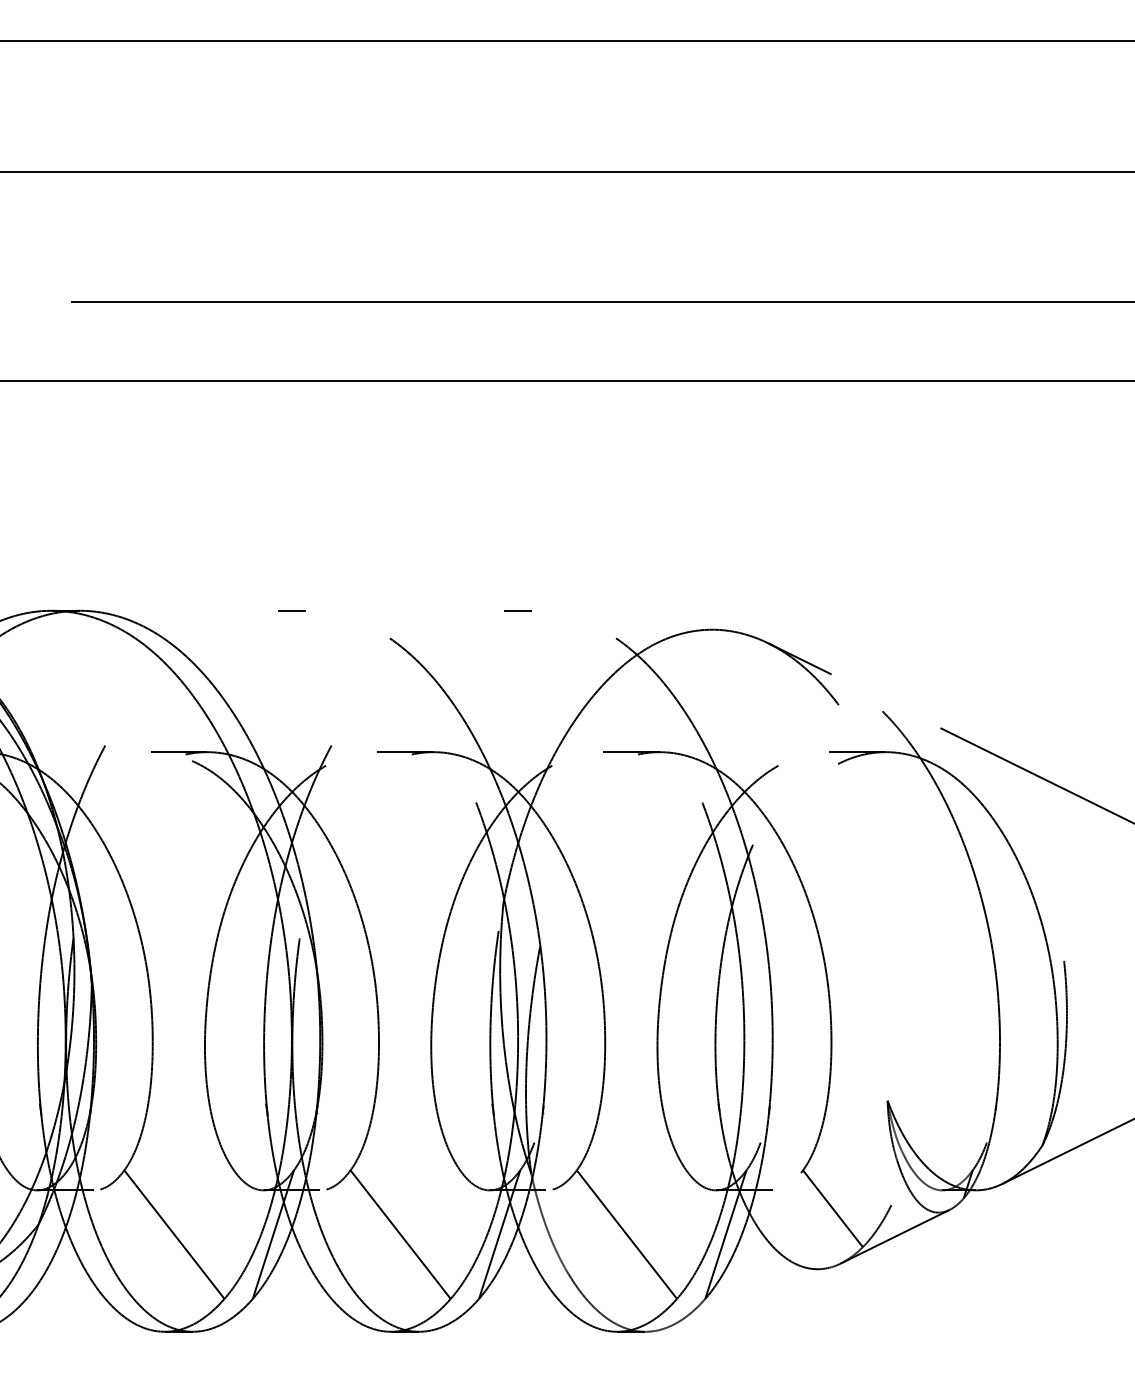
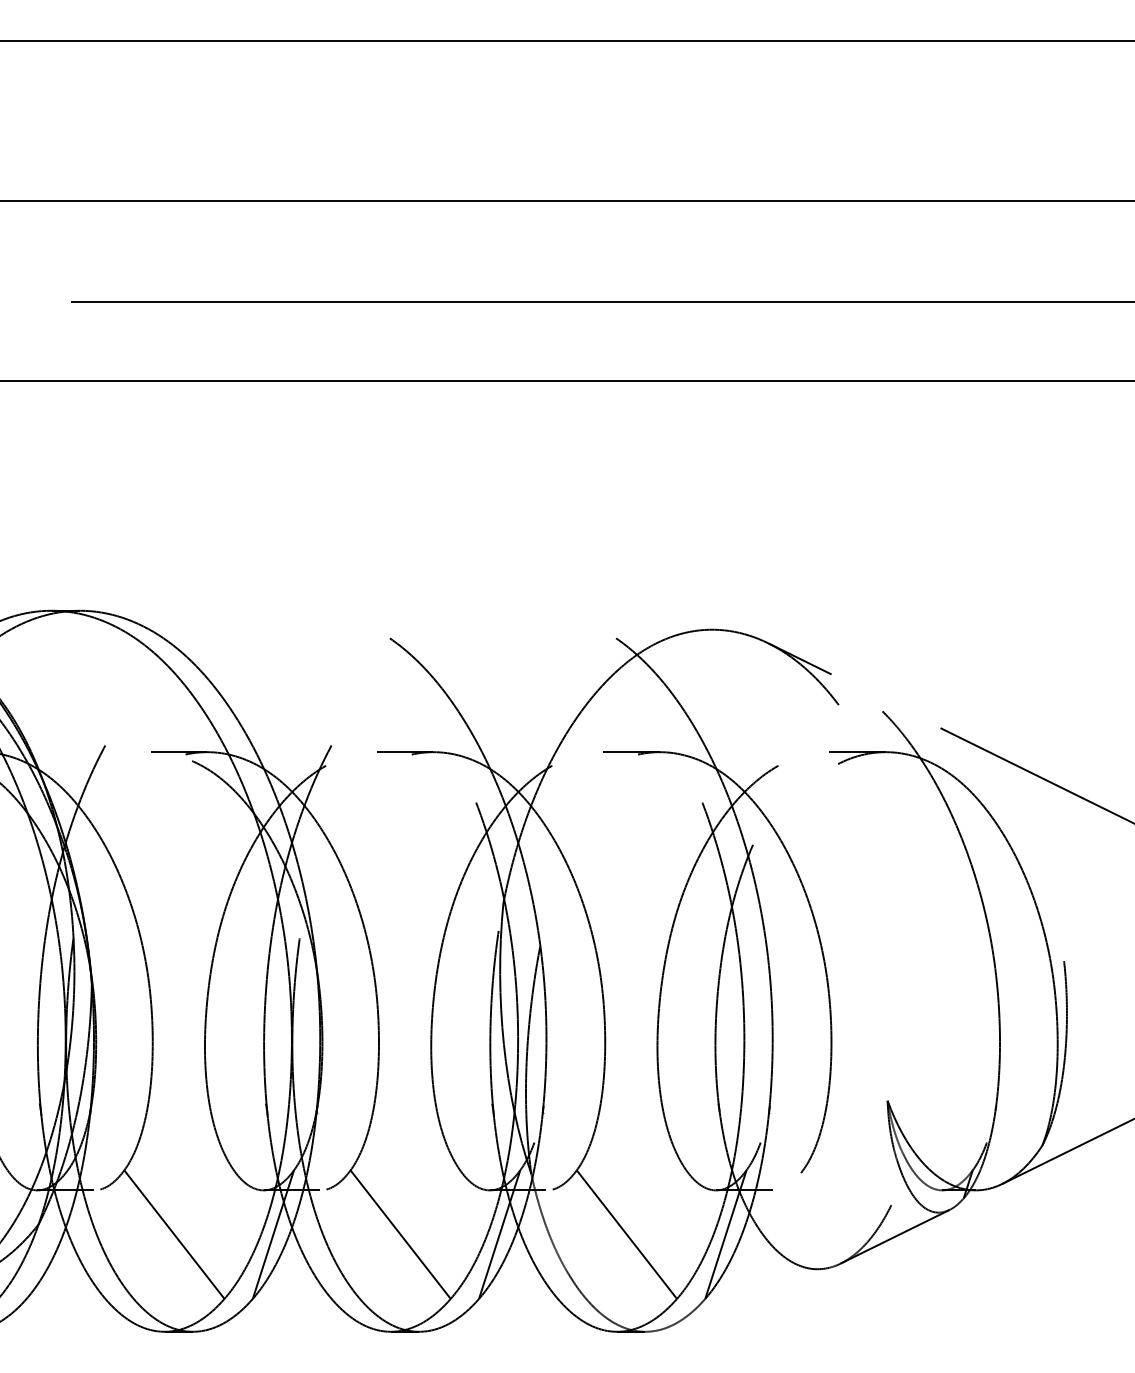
line at (566, 171) position: (566, 171) -> (566, 200)
line at (291, 610): present -> none
line at (518, 610): present -> none
line at (832, 1208): present -> none
